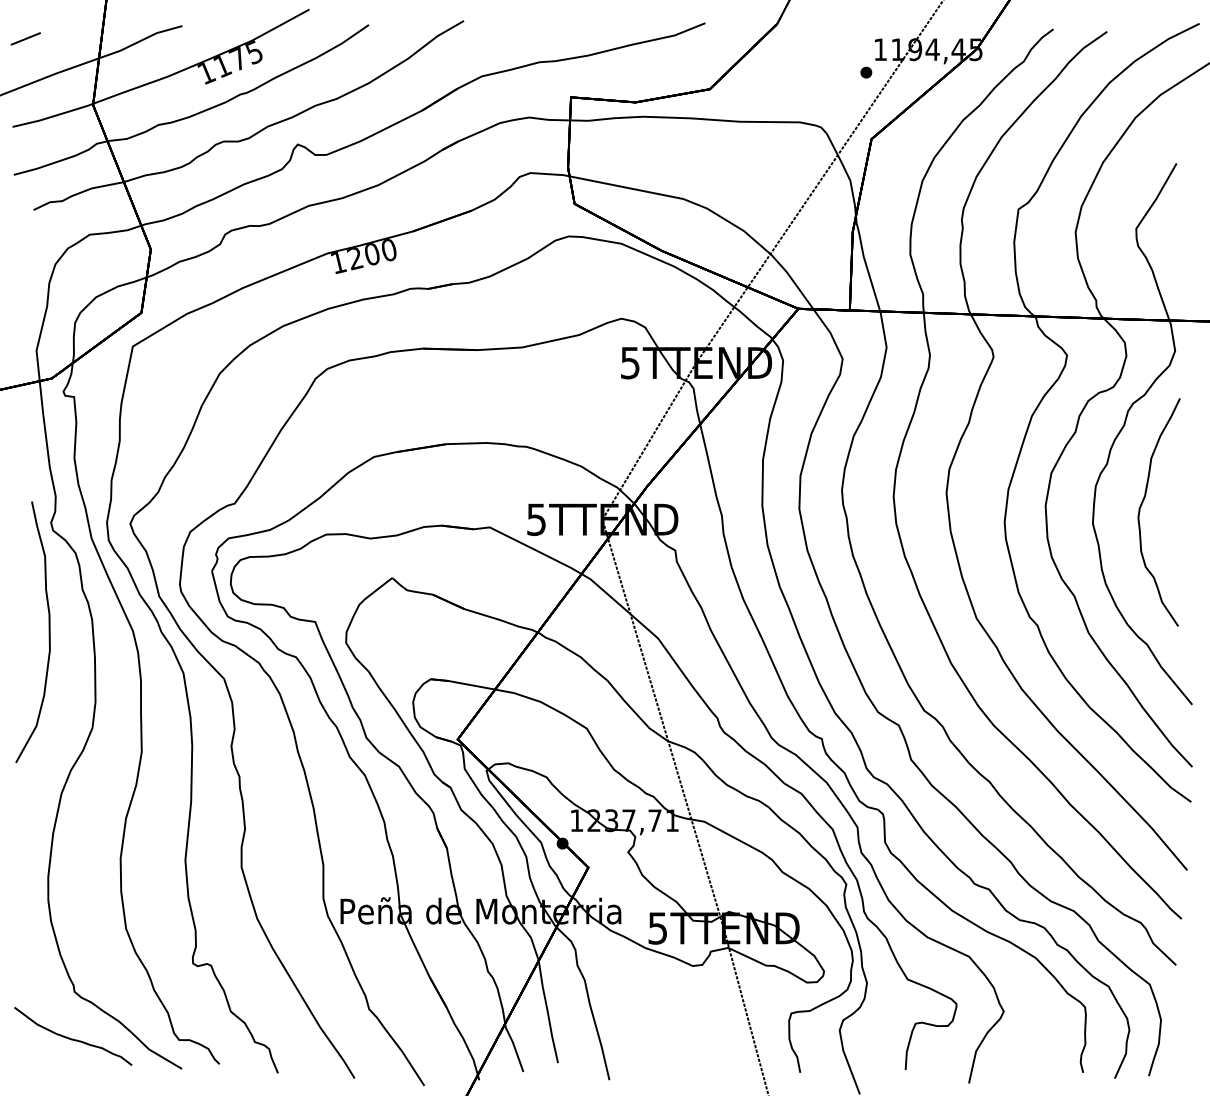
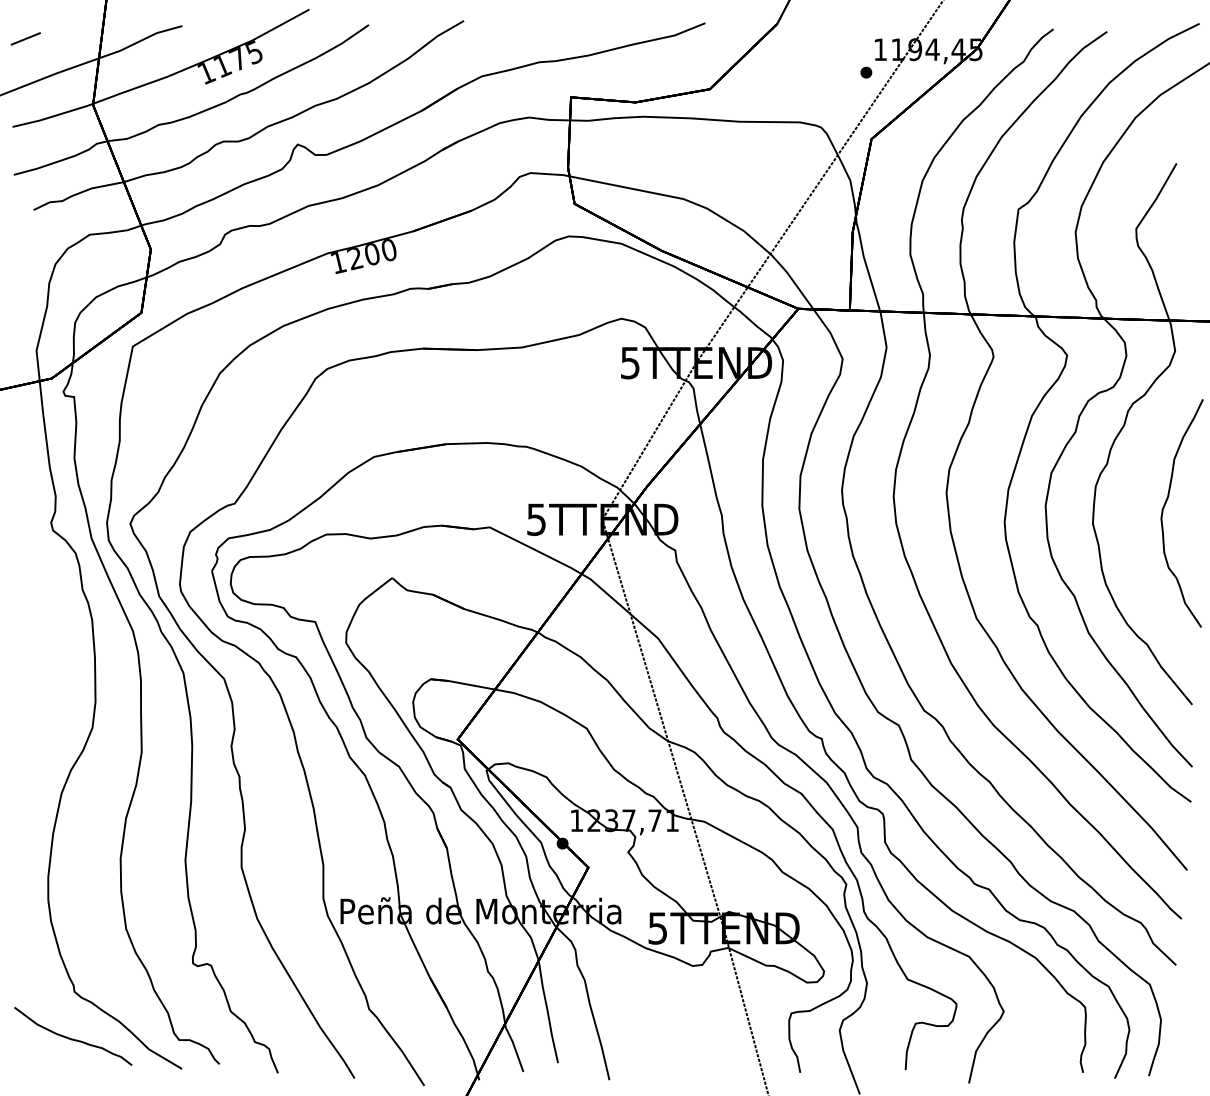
part at (1141, 507) position: (1141, 507) -> (1164, 508)
curve at (48, 632): present -> none
